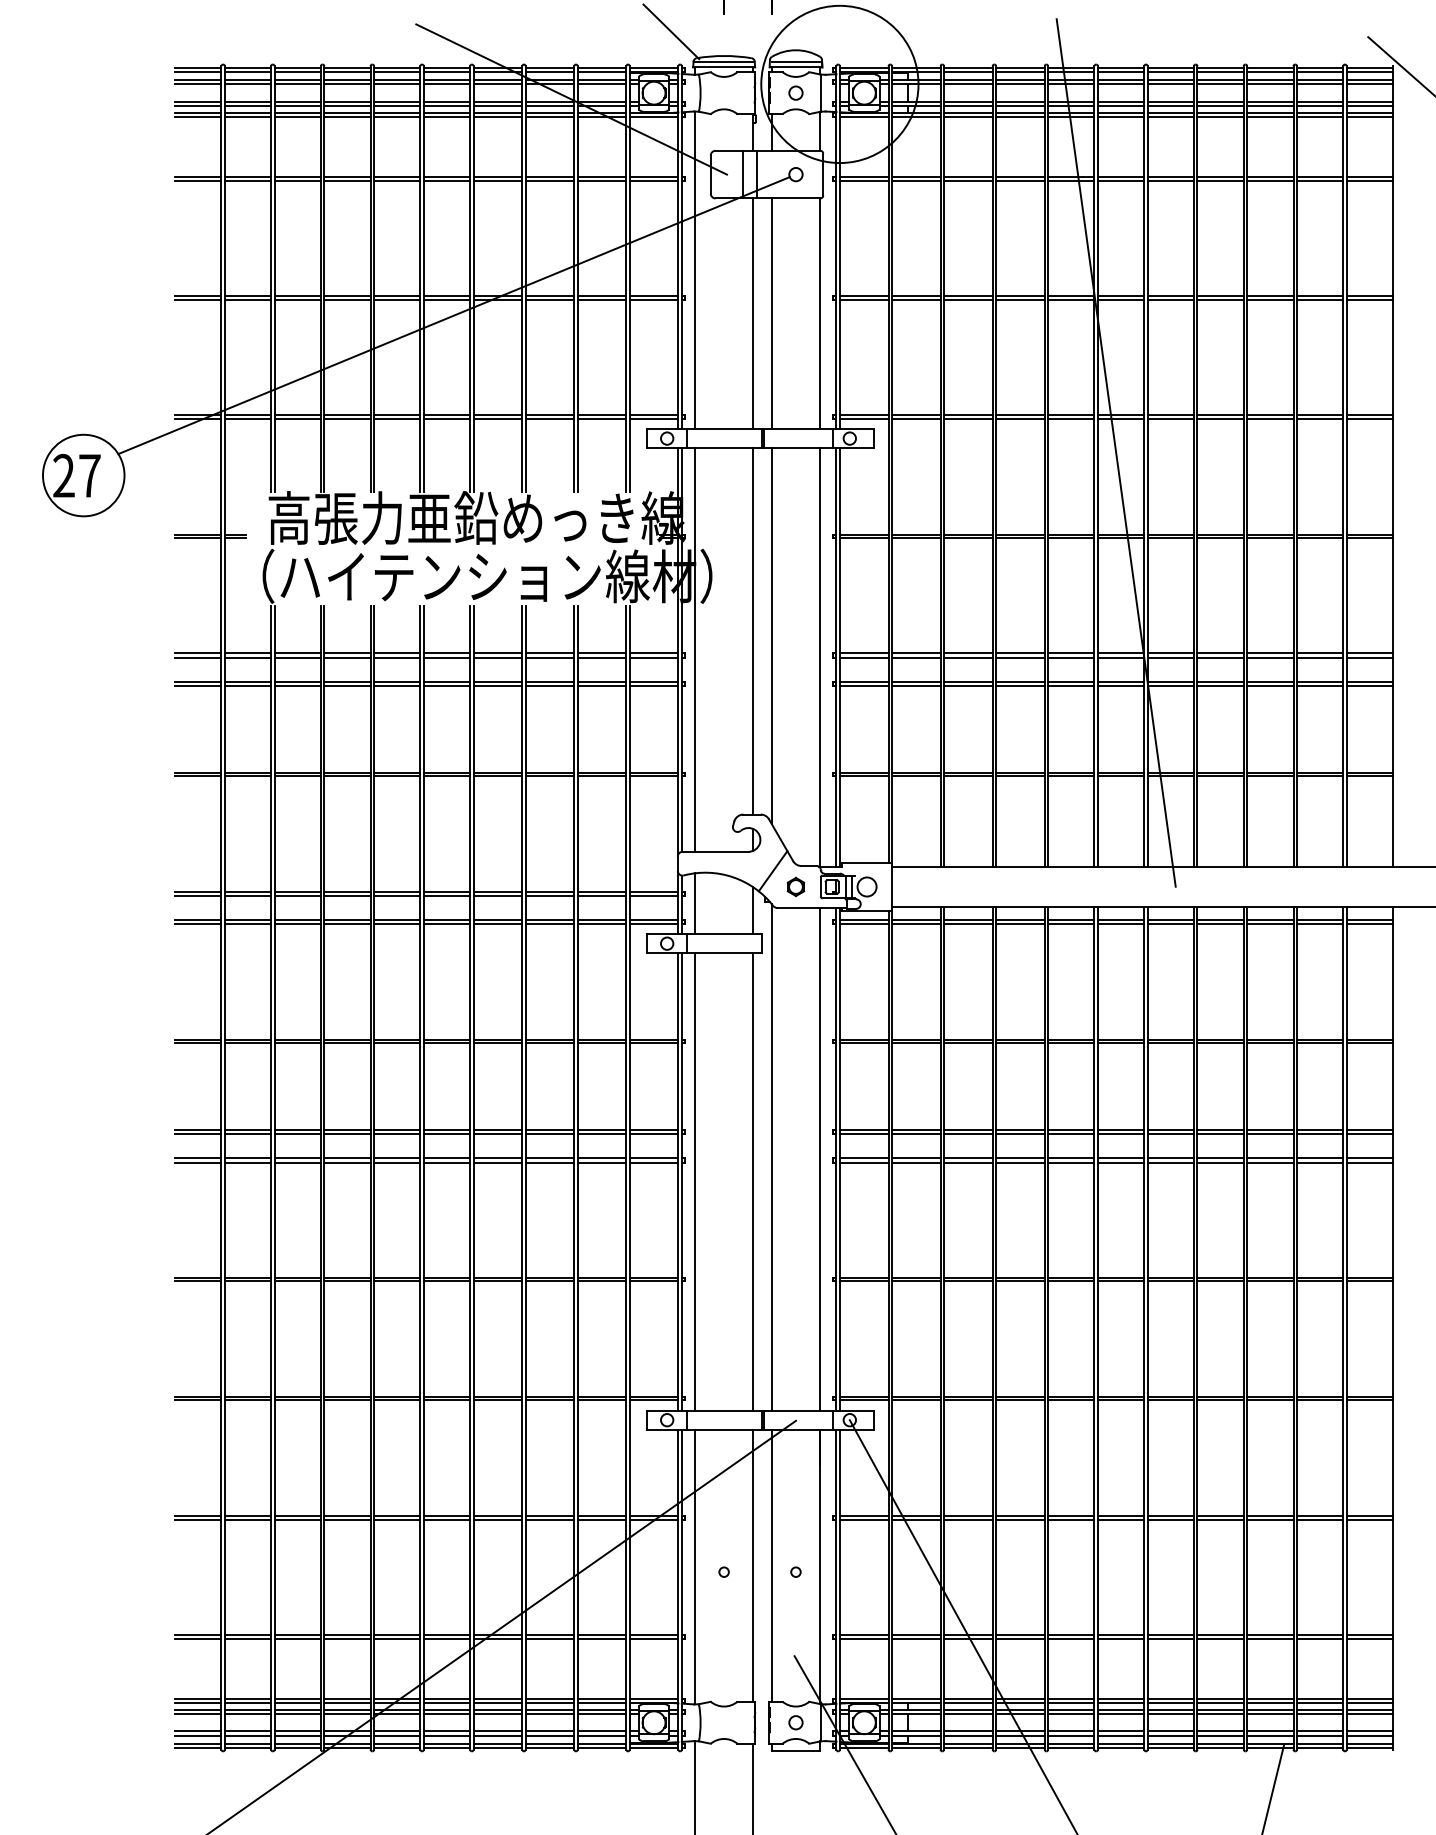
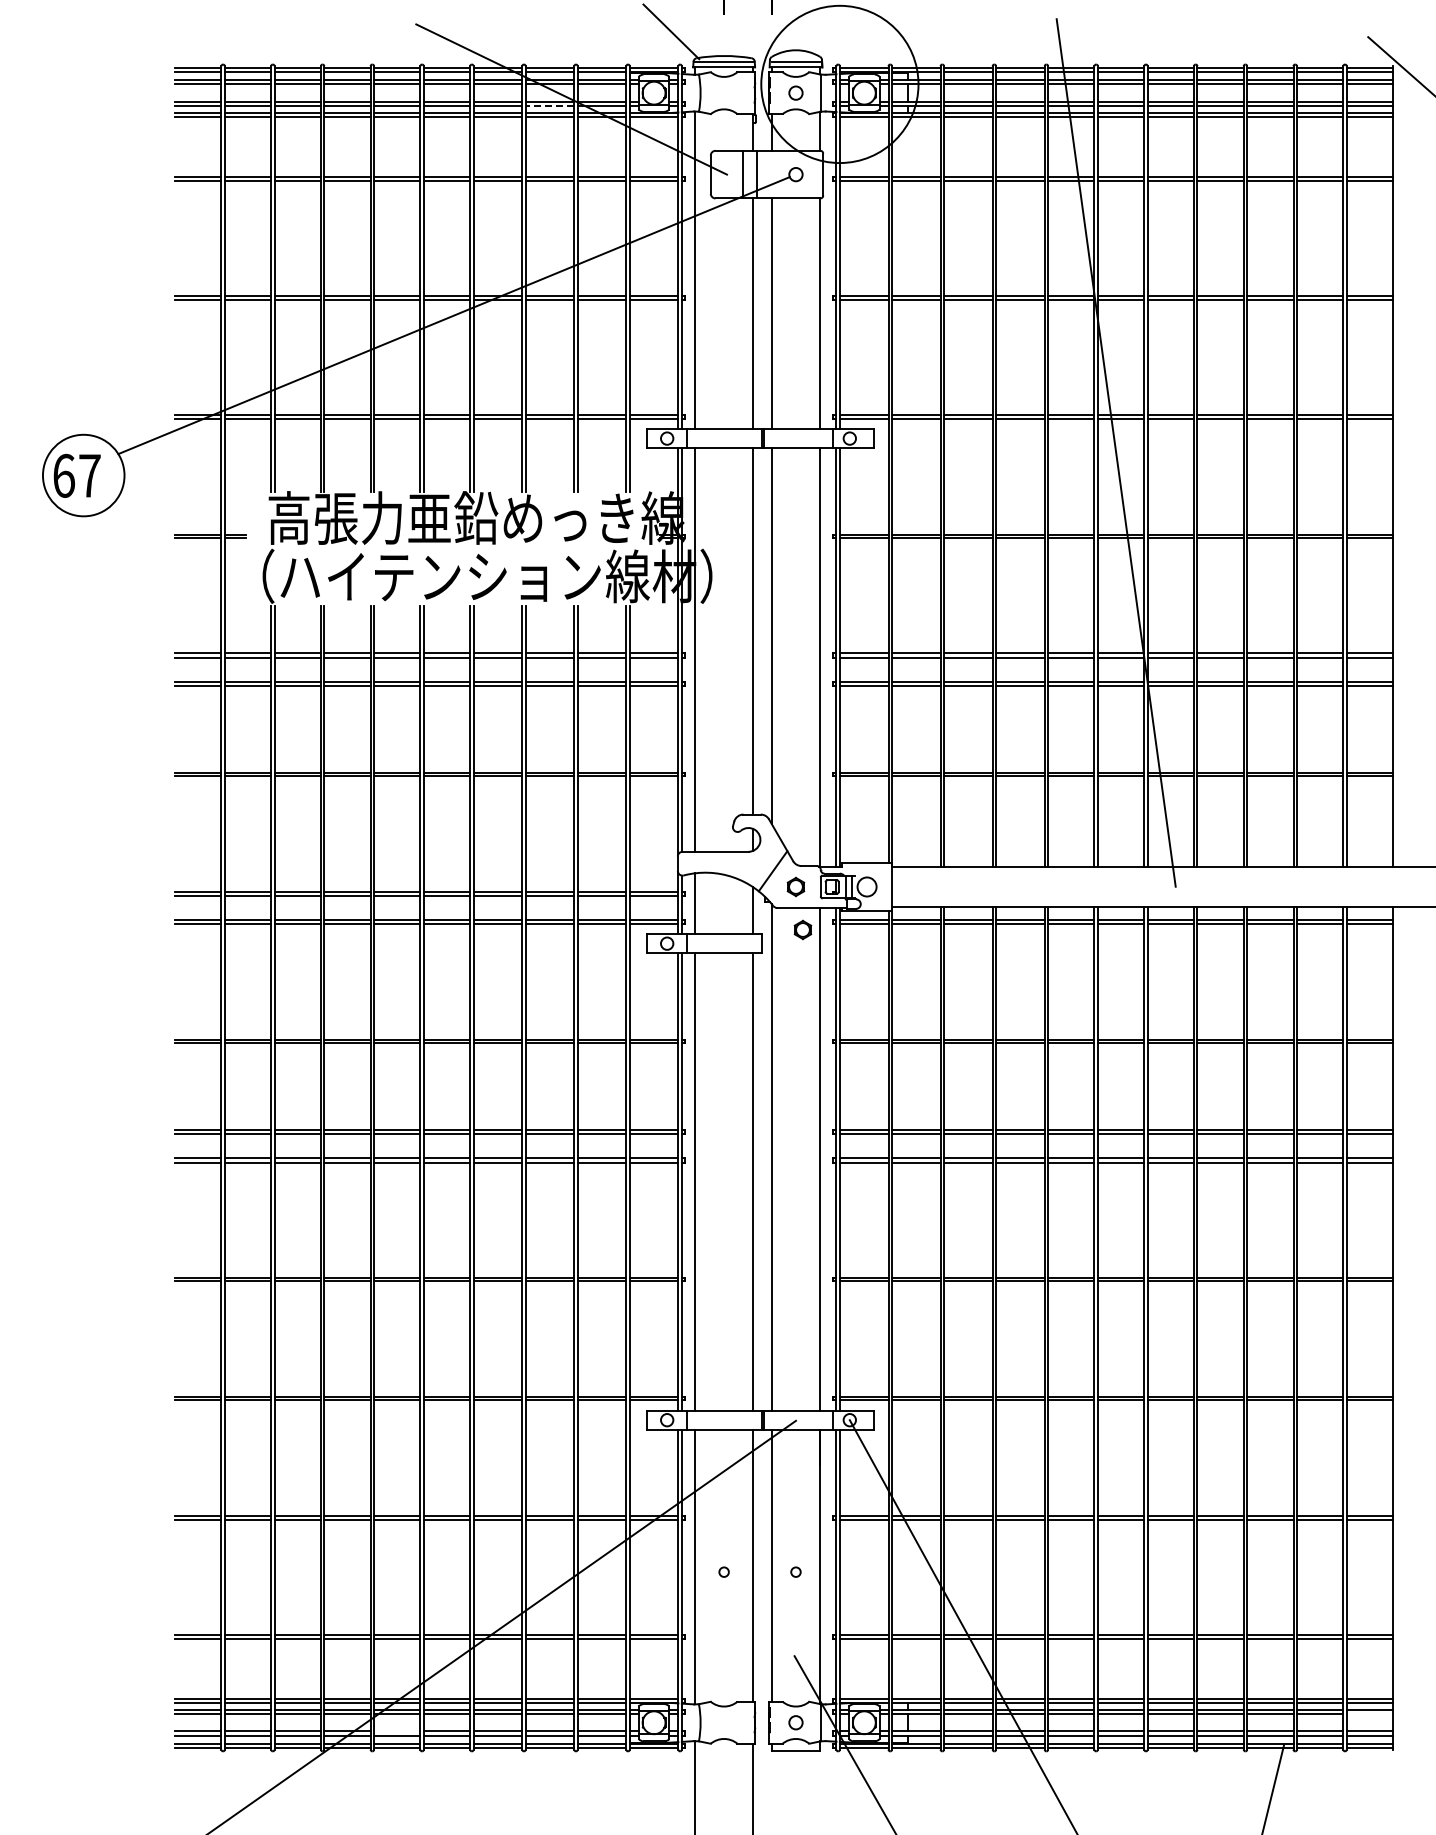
line at (549, 106): solid -> dashed
text at (63, 475): 27 -> 67
part at (802, 929): none -> present
line at (1369, 1714): present -> none
line at (397, 1731): present -> none
